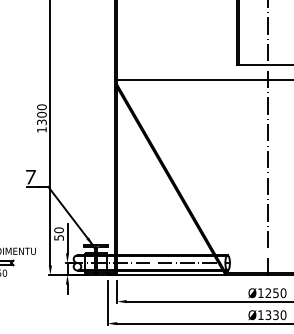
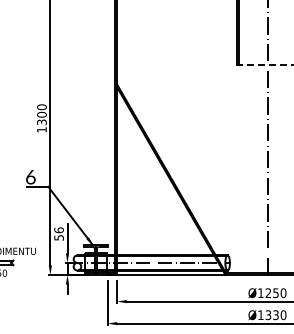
line at (265, 64): solid -> dashed
line at (203, 79): present -> none
text at (30, 177): 7 -> 6
text at (58, 229): 50 -> 56
